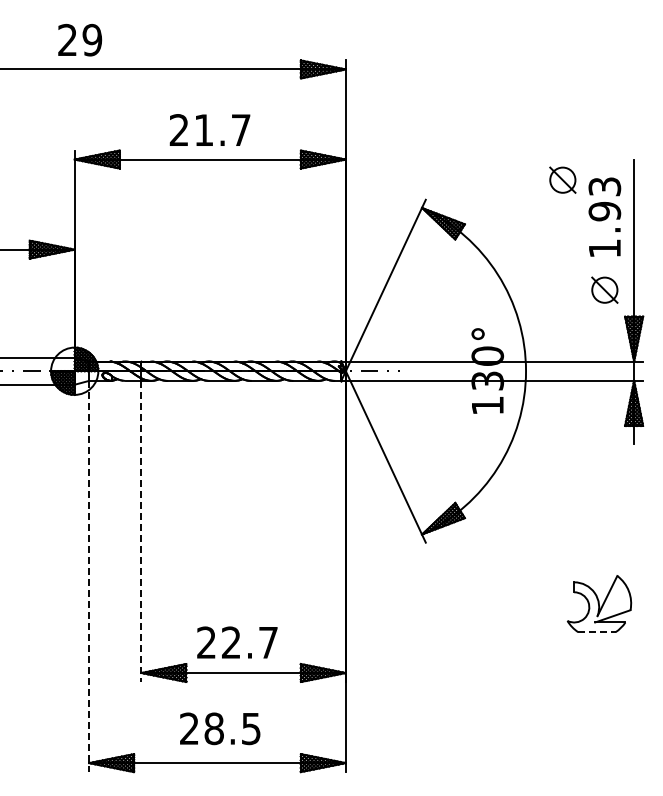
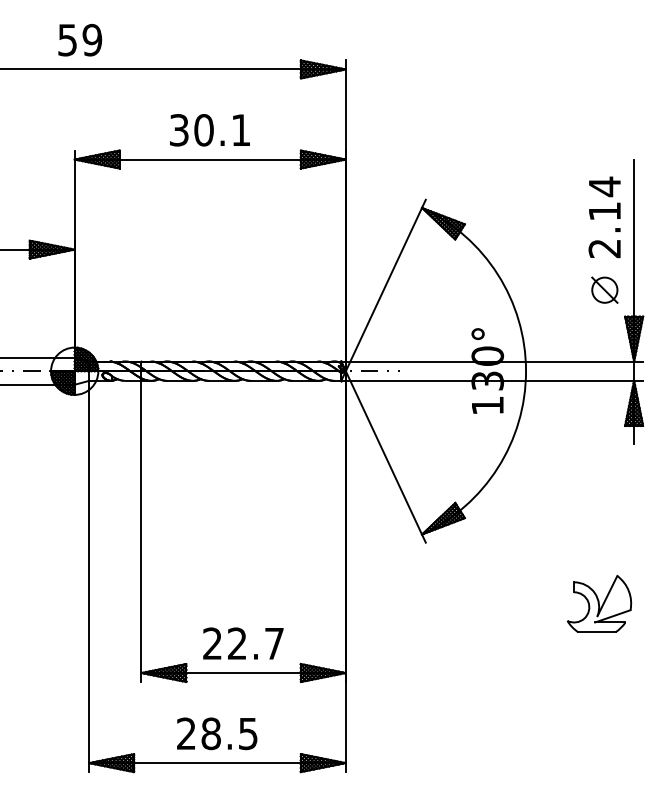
text at (67, 39): 29 -> 59
text at (209, 130): 21.7 -> 30.1
part at (562, 179): present -> none
text at (604, 217): 1.93 -> 2.14
line at (141, 531): dashed -> solid
line at (89, 576): dashed -> solid
line at (596, 632): dashed -> solid
text at (237, 642) position: (237, 642) -> (243, 643)
text at (220, 728) position: (220, 728) -> (217, 733)
